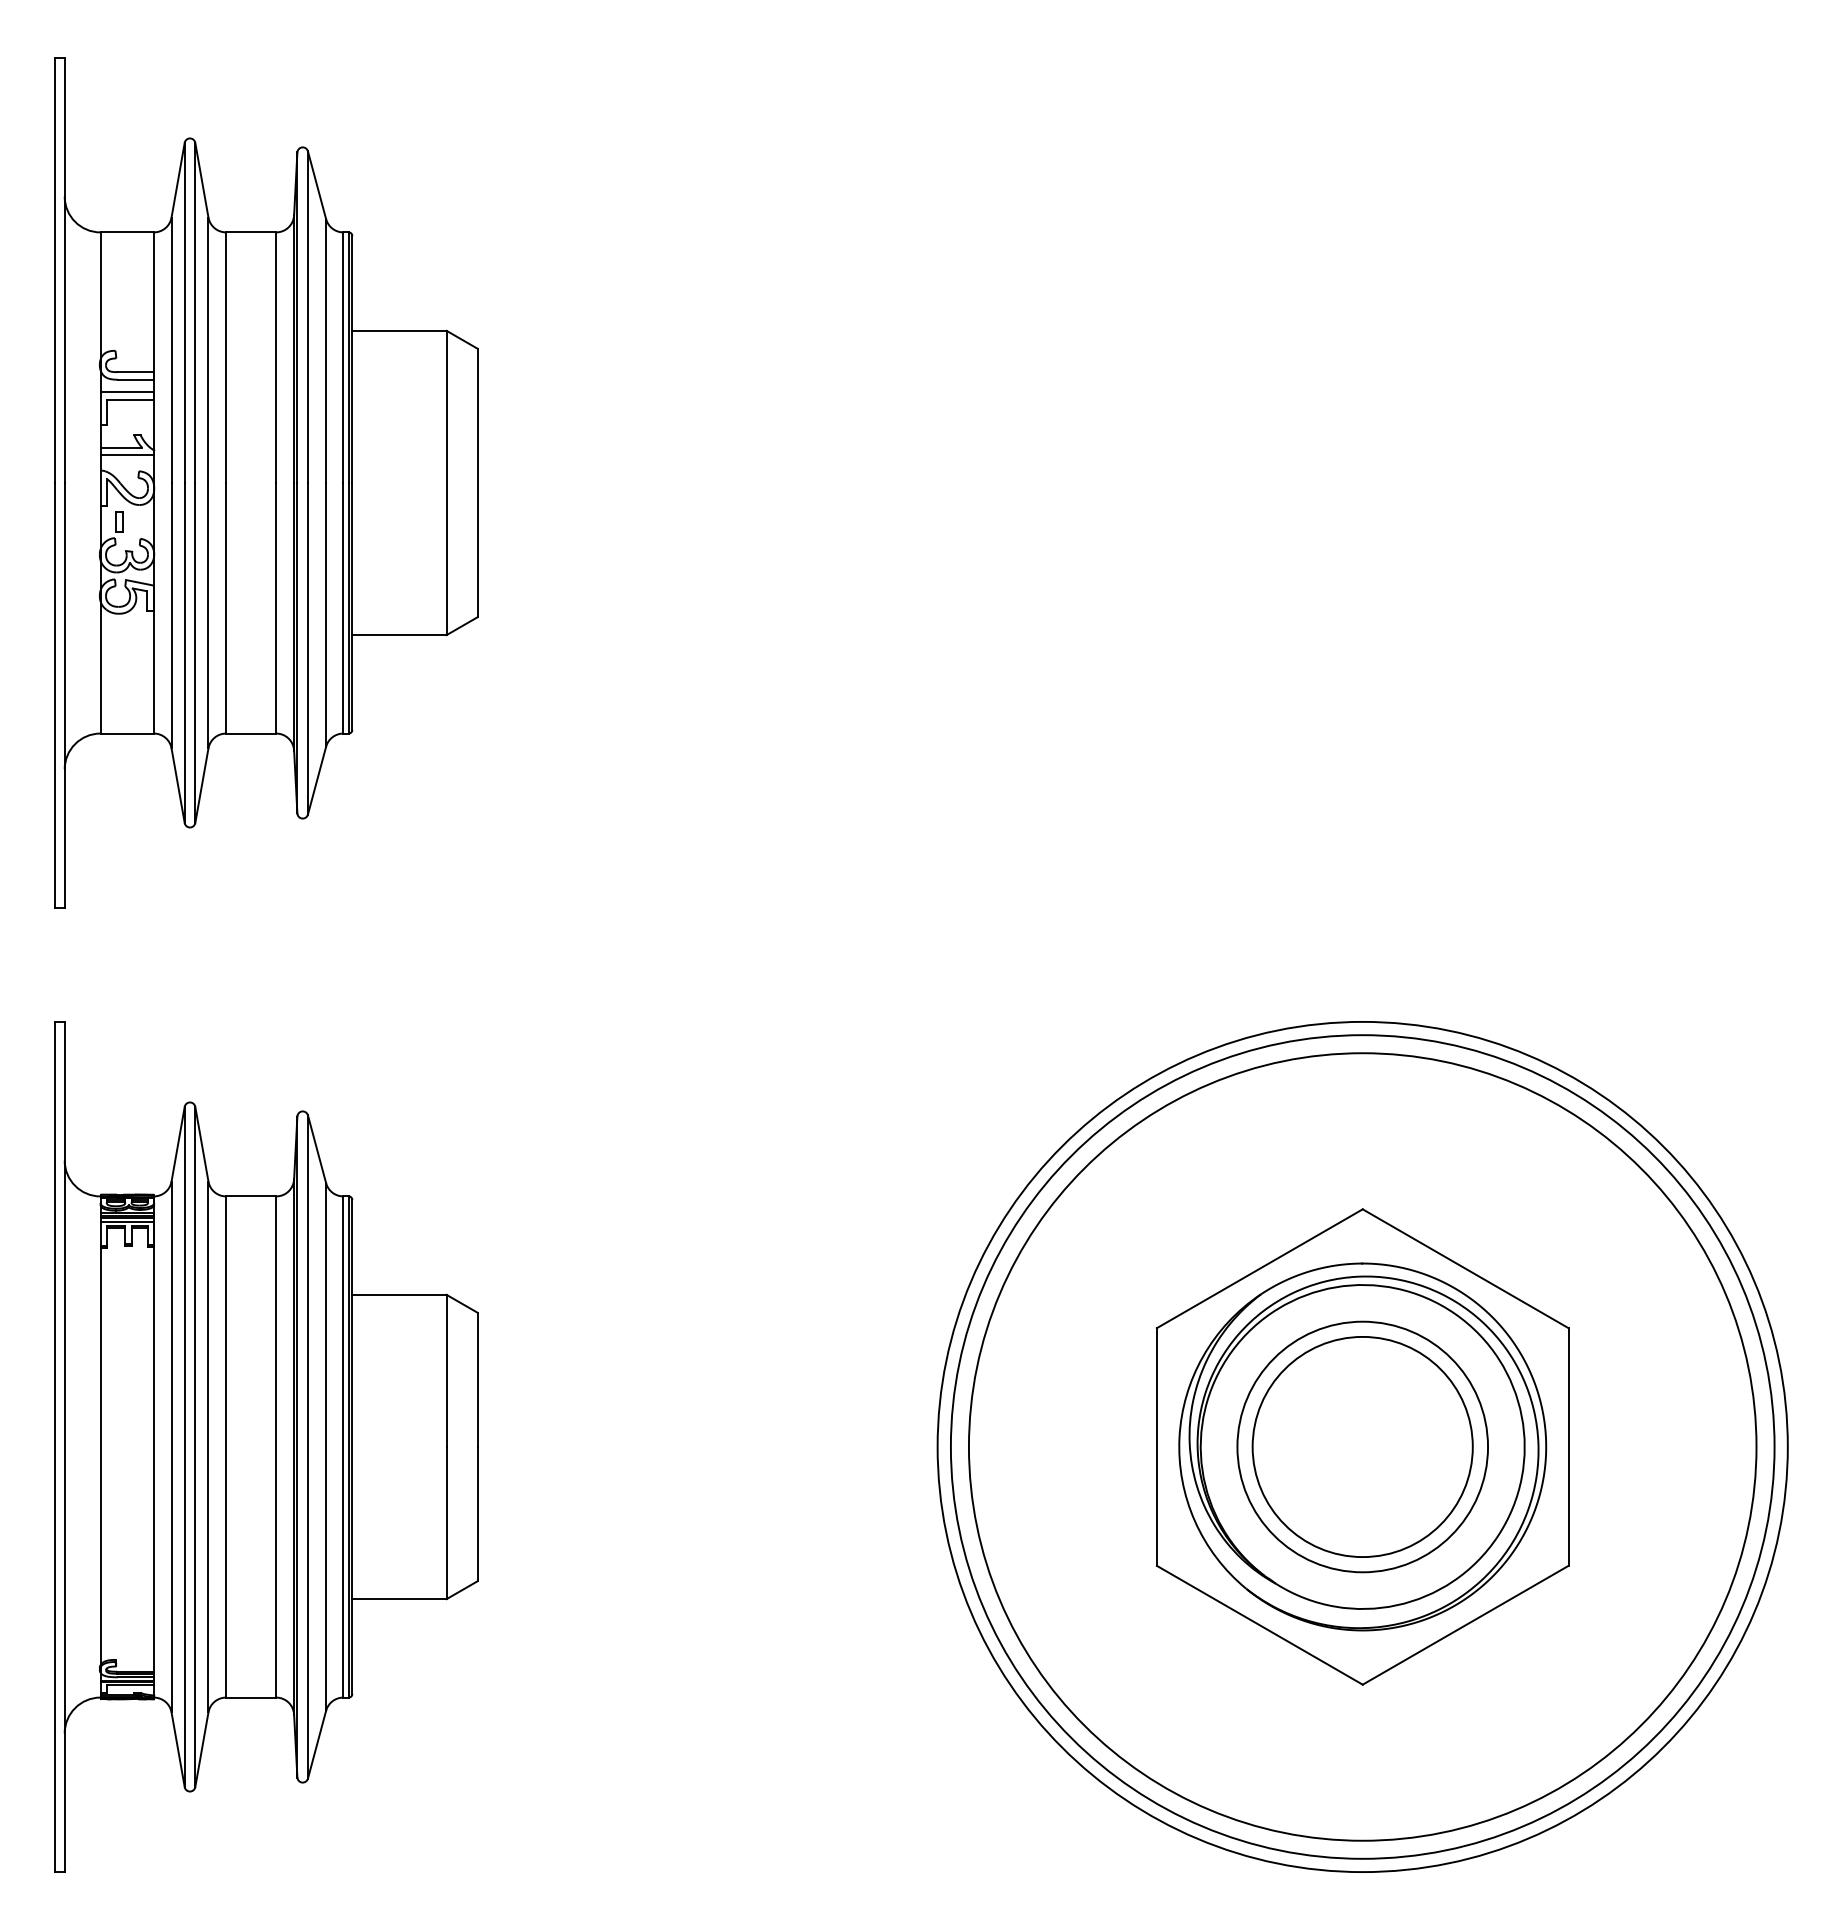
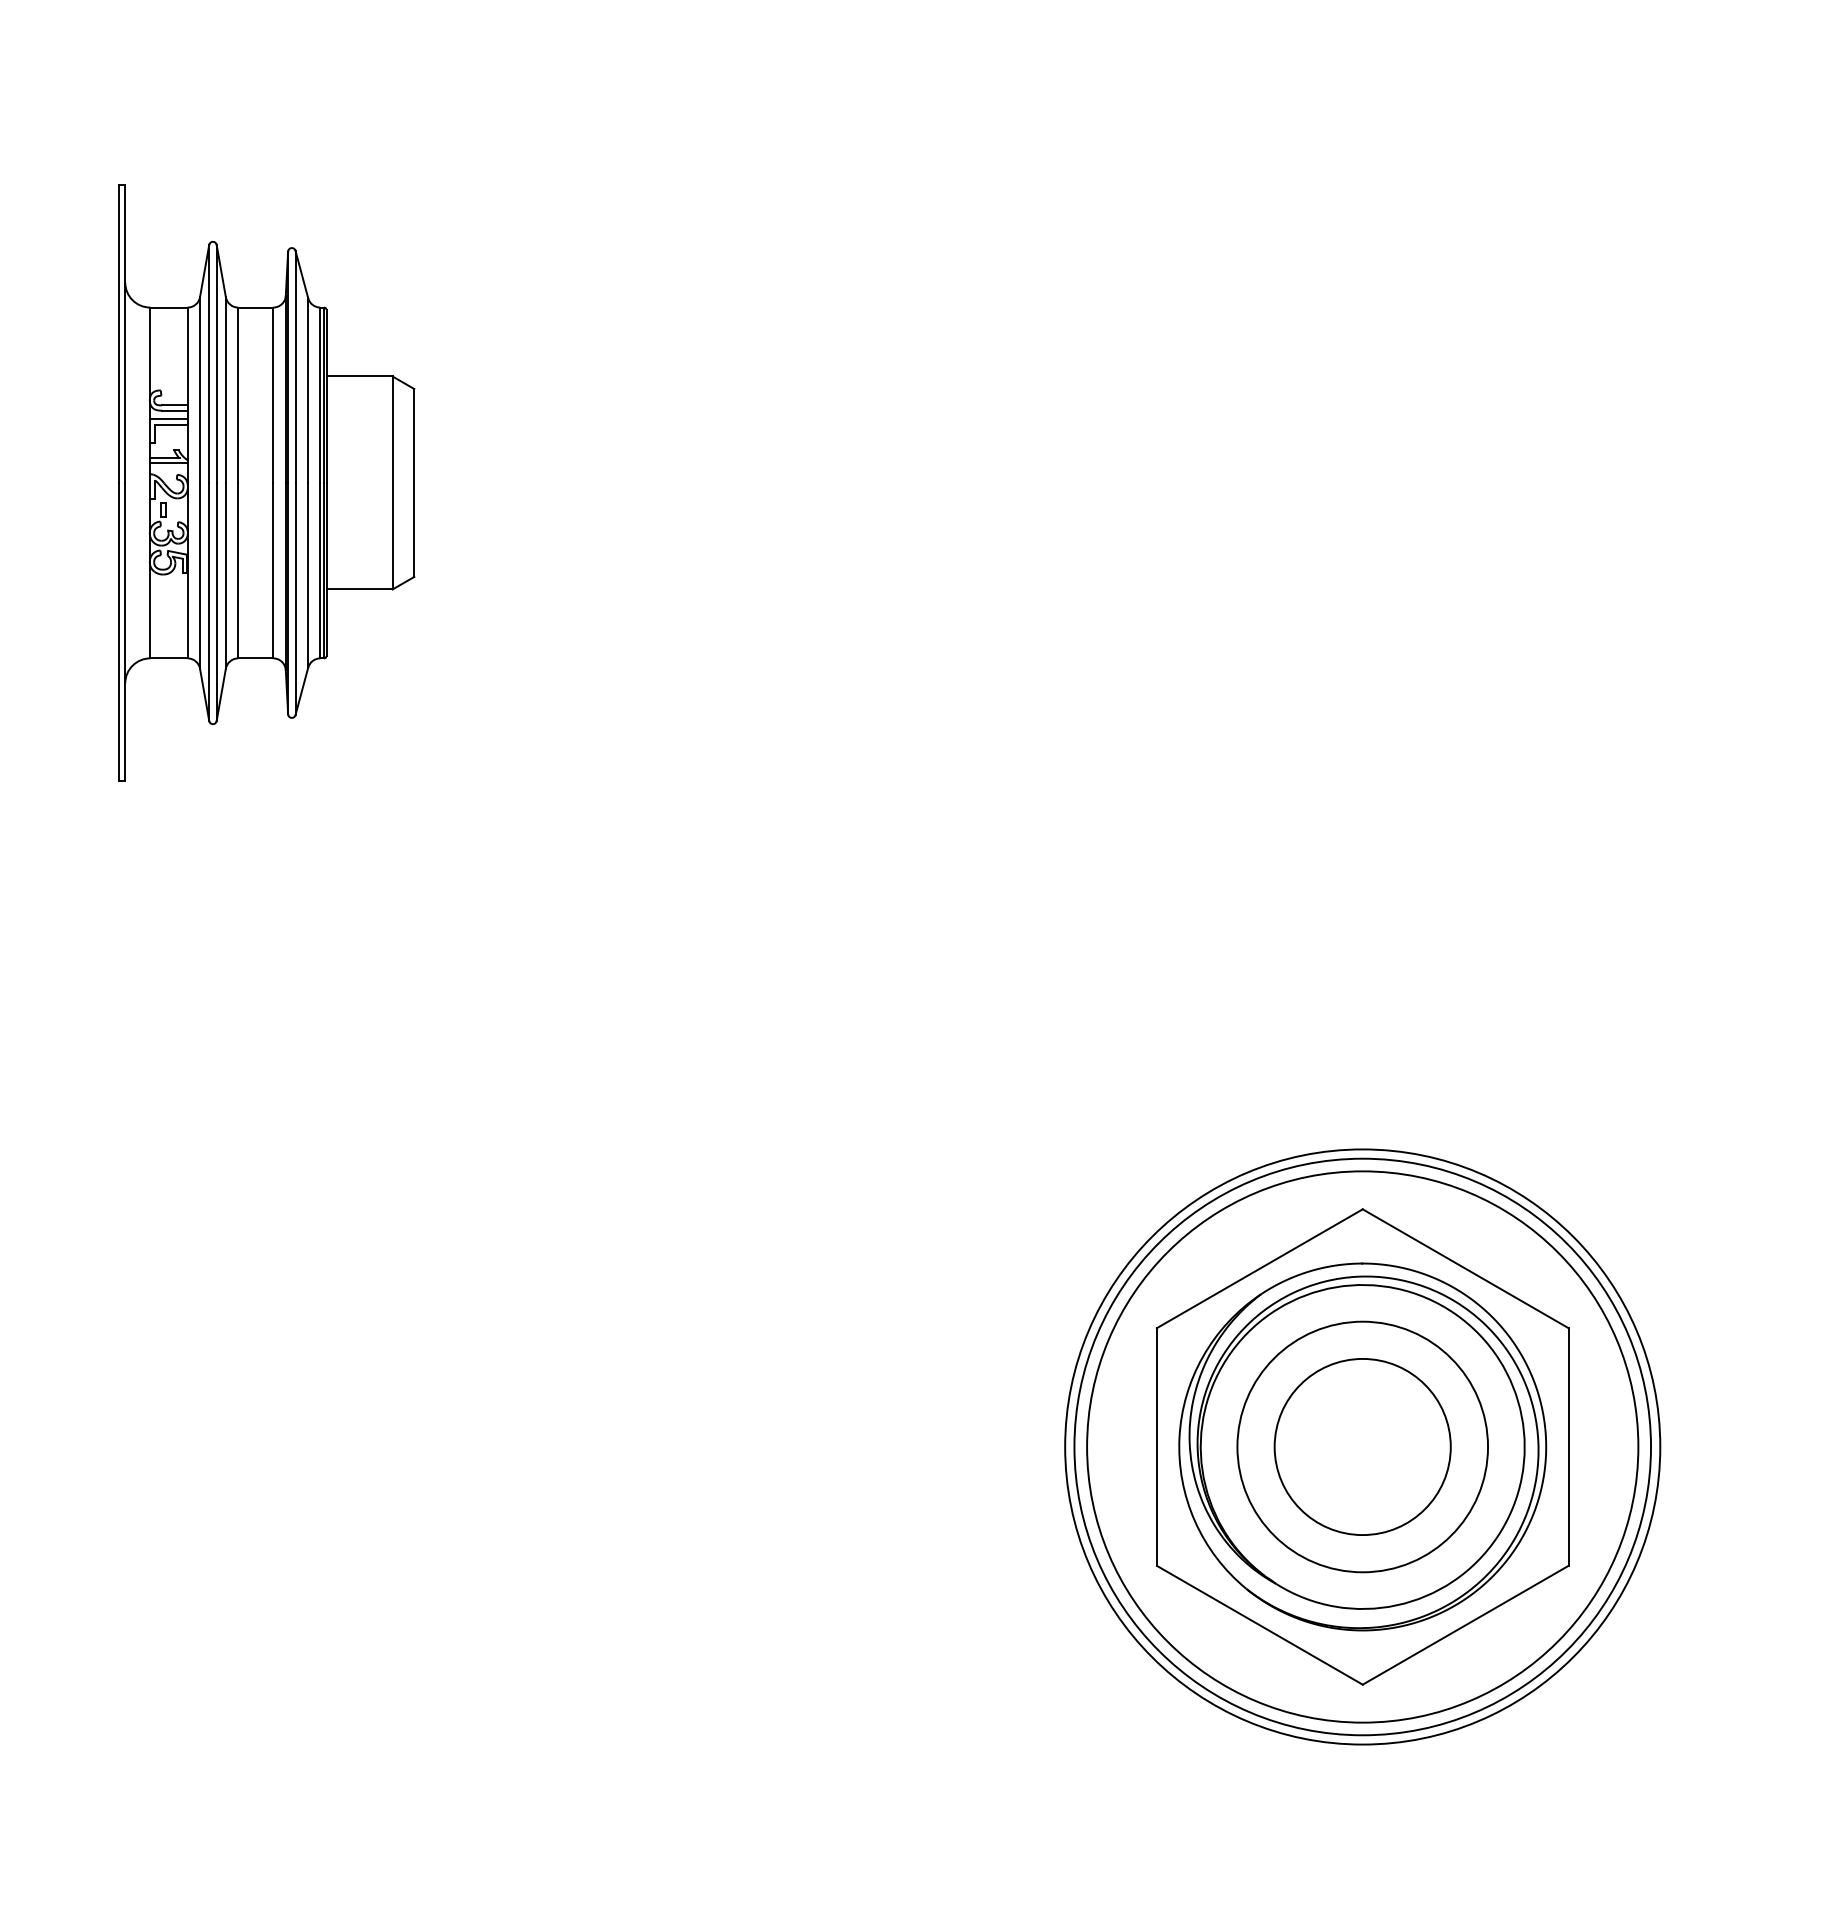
part at (266, 482) size: 425x852 px -> 298x598 px
part at (266, 1446): present -> none
circle at (1362, 1446) diameter: 220 px -> 176 px
circle at (1362, 1446) diameter: 788 px -> 551 px
circle at (1362, 1446) diameter: 824 px -> 577 px
circle at (1362, 1446) diameter: 850 px -> 595 px
